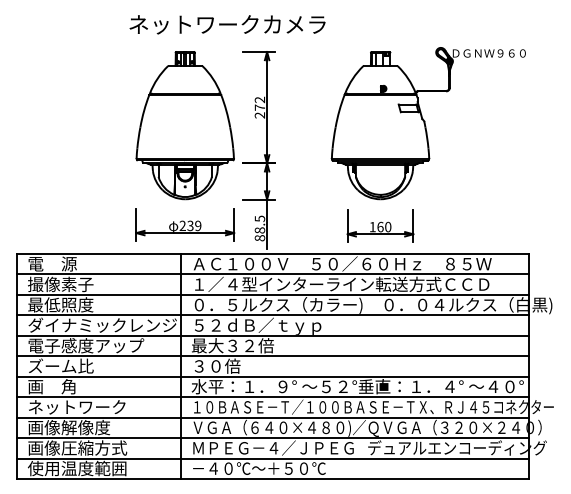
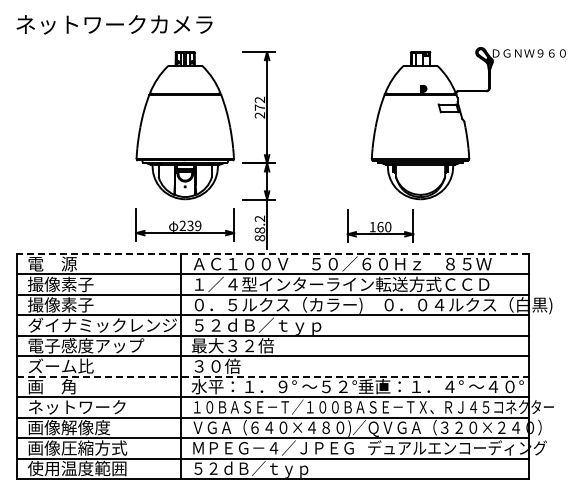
text at (227, 24) position: (227, 24) -> (114, 24)
part at (427, 123) position: (427, 123) -> (467, 123)
text at (259, 218): 88.5 -> 88.2
line at (272, 253): solid -> dashed
text at (60, 304): 最低照度 -> 撮像素子
line at (272, 376): solid -> dashed
text at (259, 469): －４０℃～＋５０℃ -> ５２ｄＢ／ｔｙｐ
